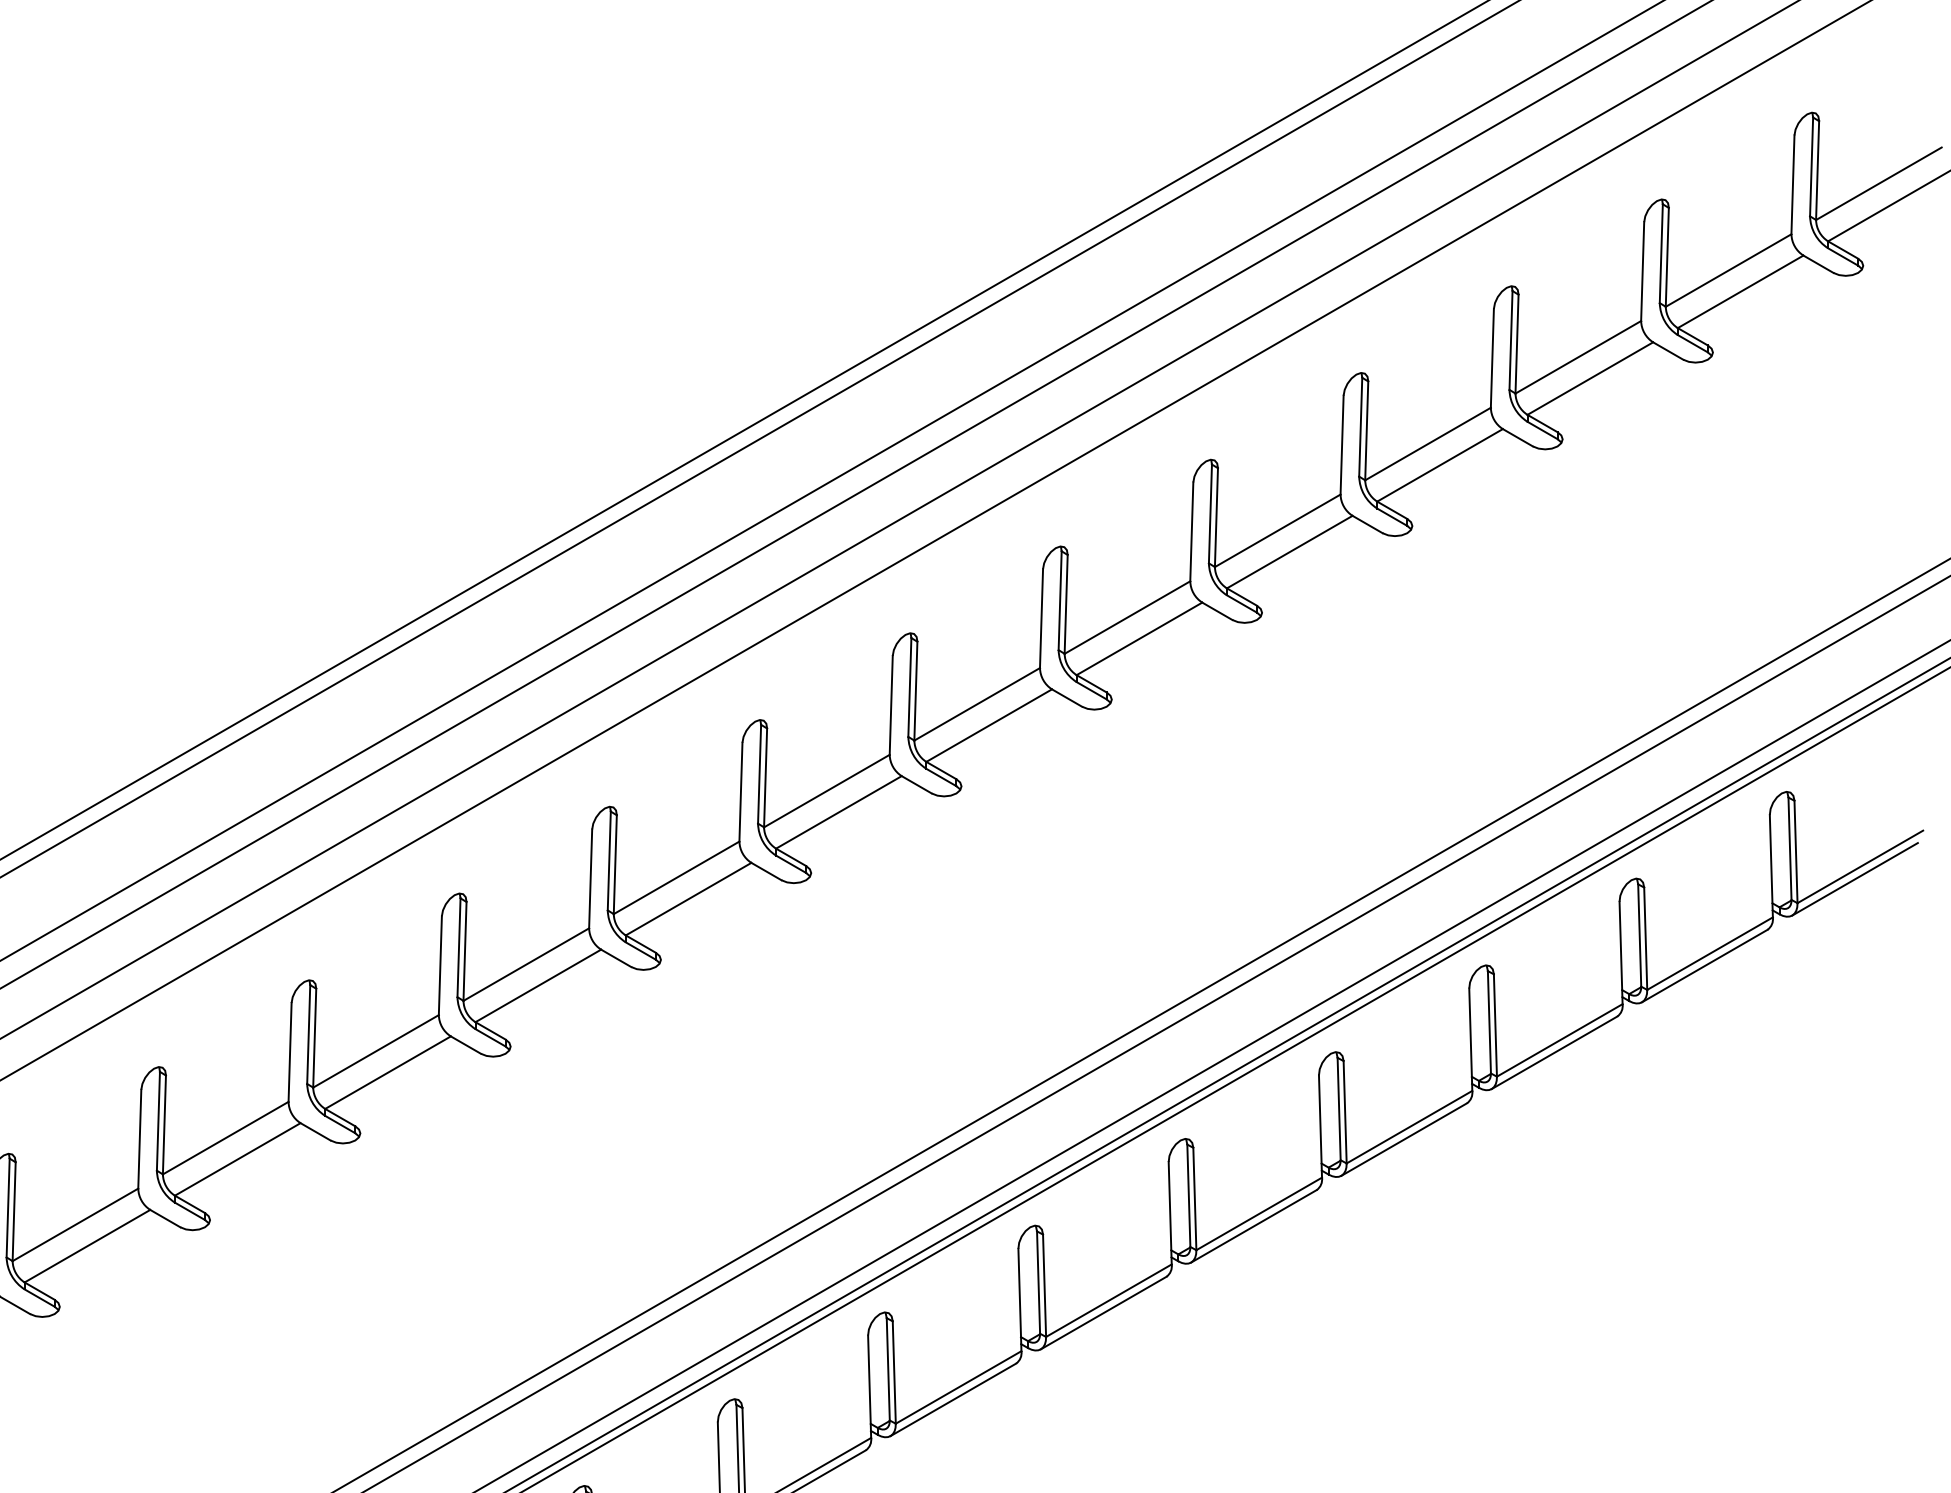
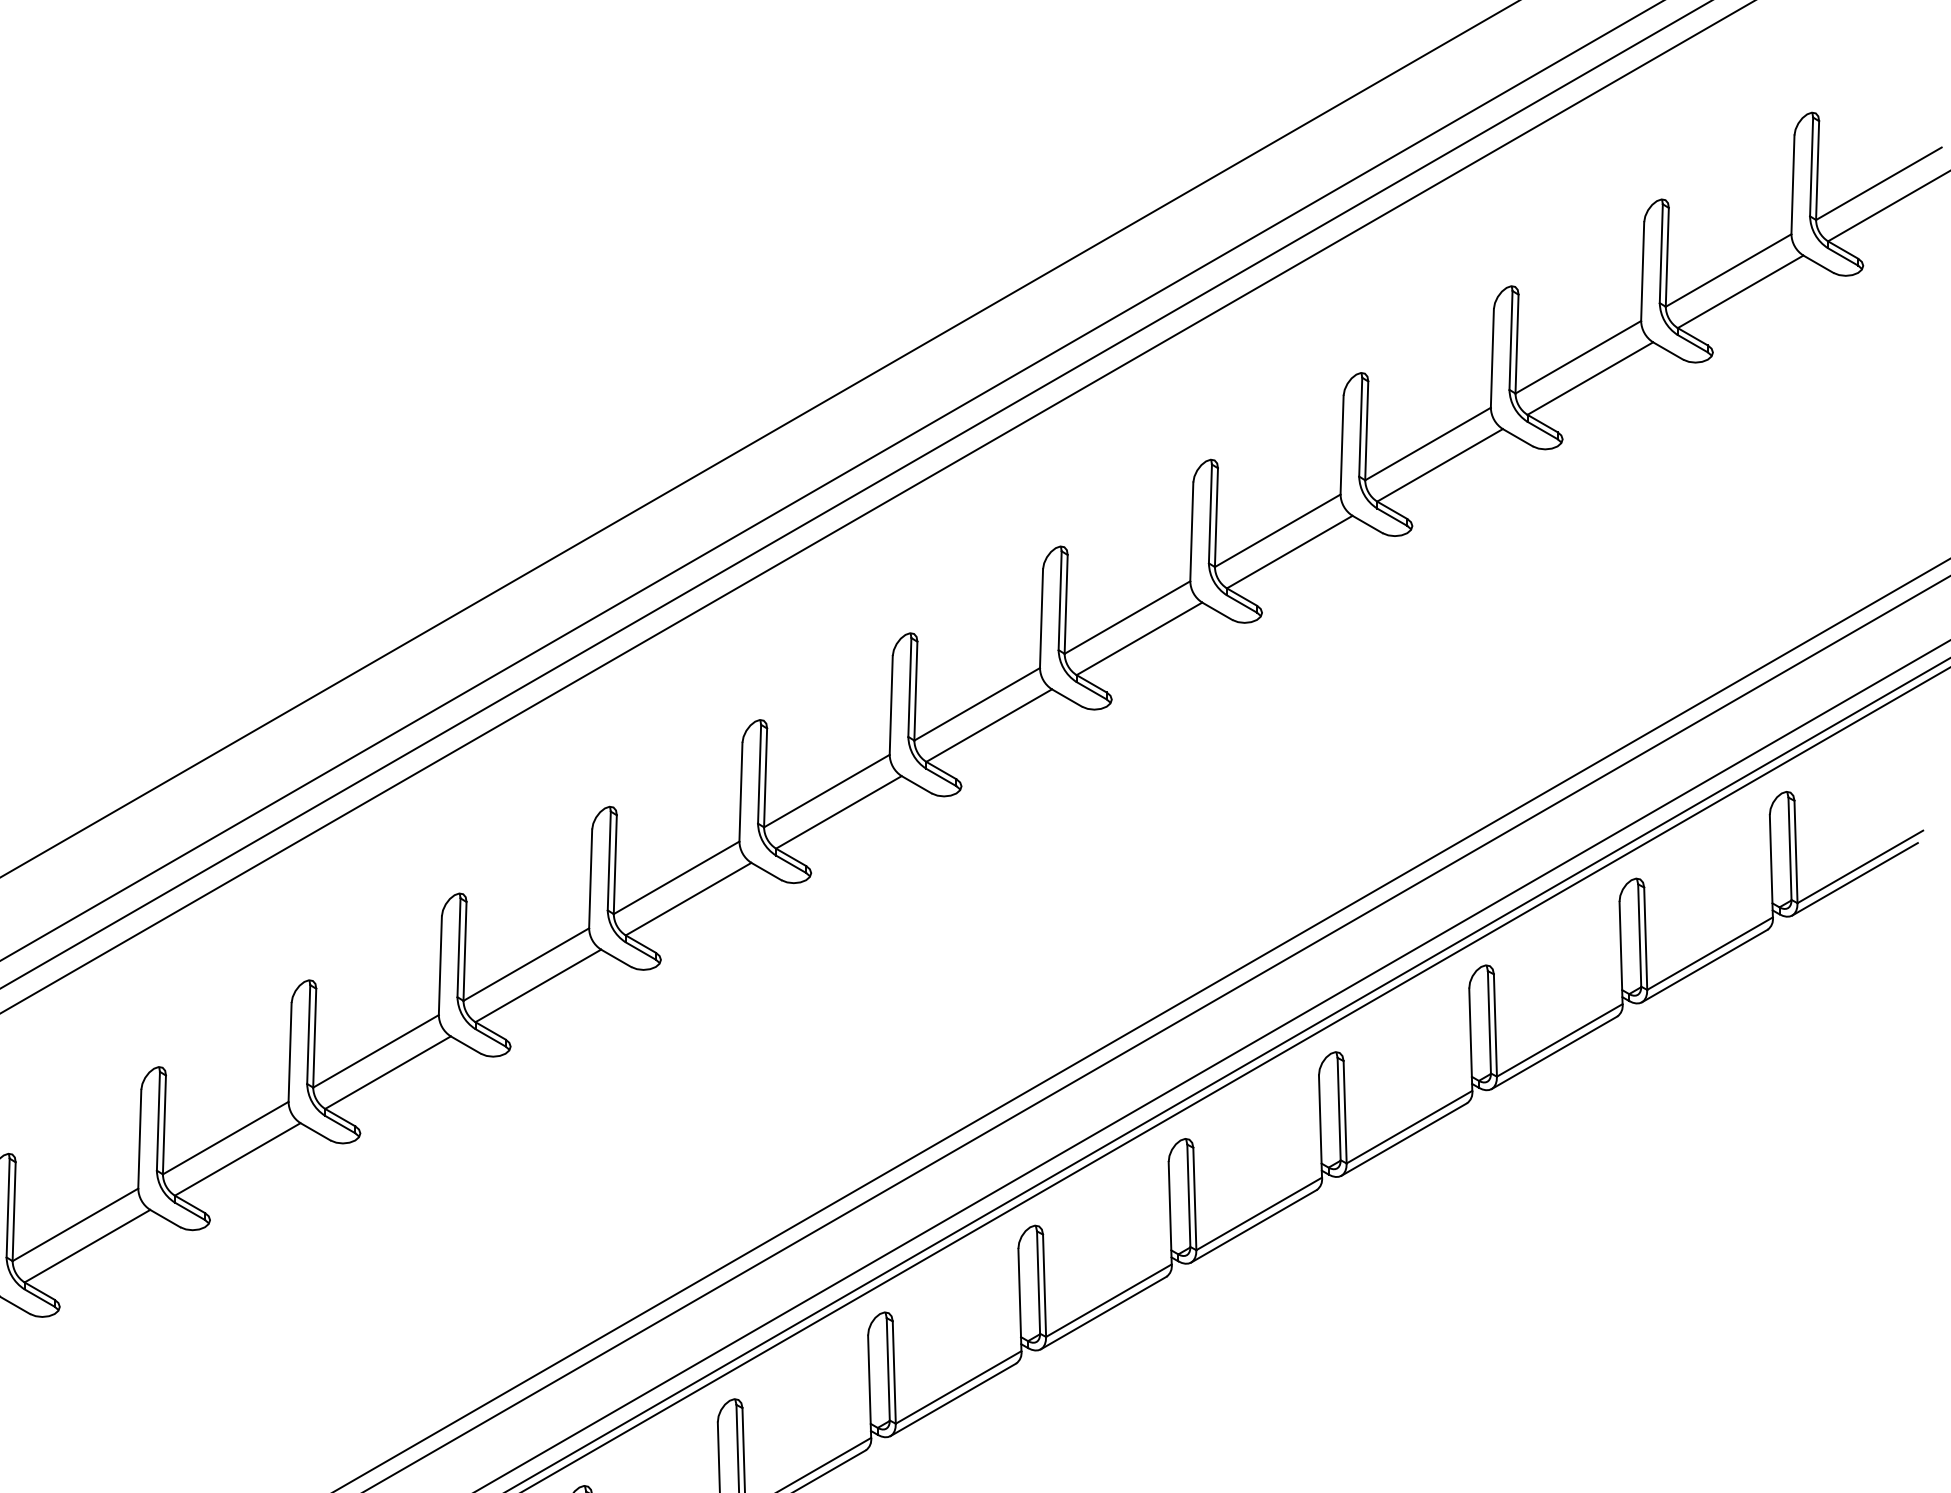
line at (744, 430): present -> none
line at (898, 519) position: (898, 519) -> (877, 507)
line at (935, 540): present -> none
